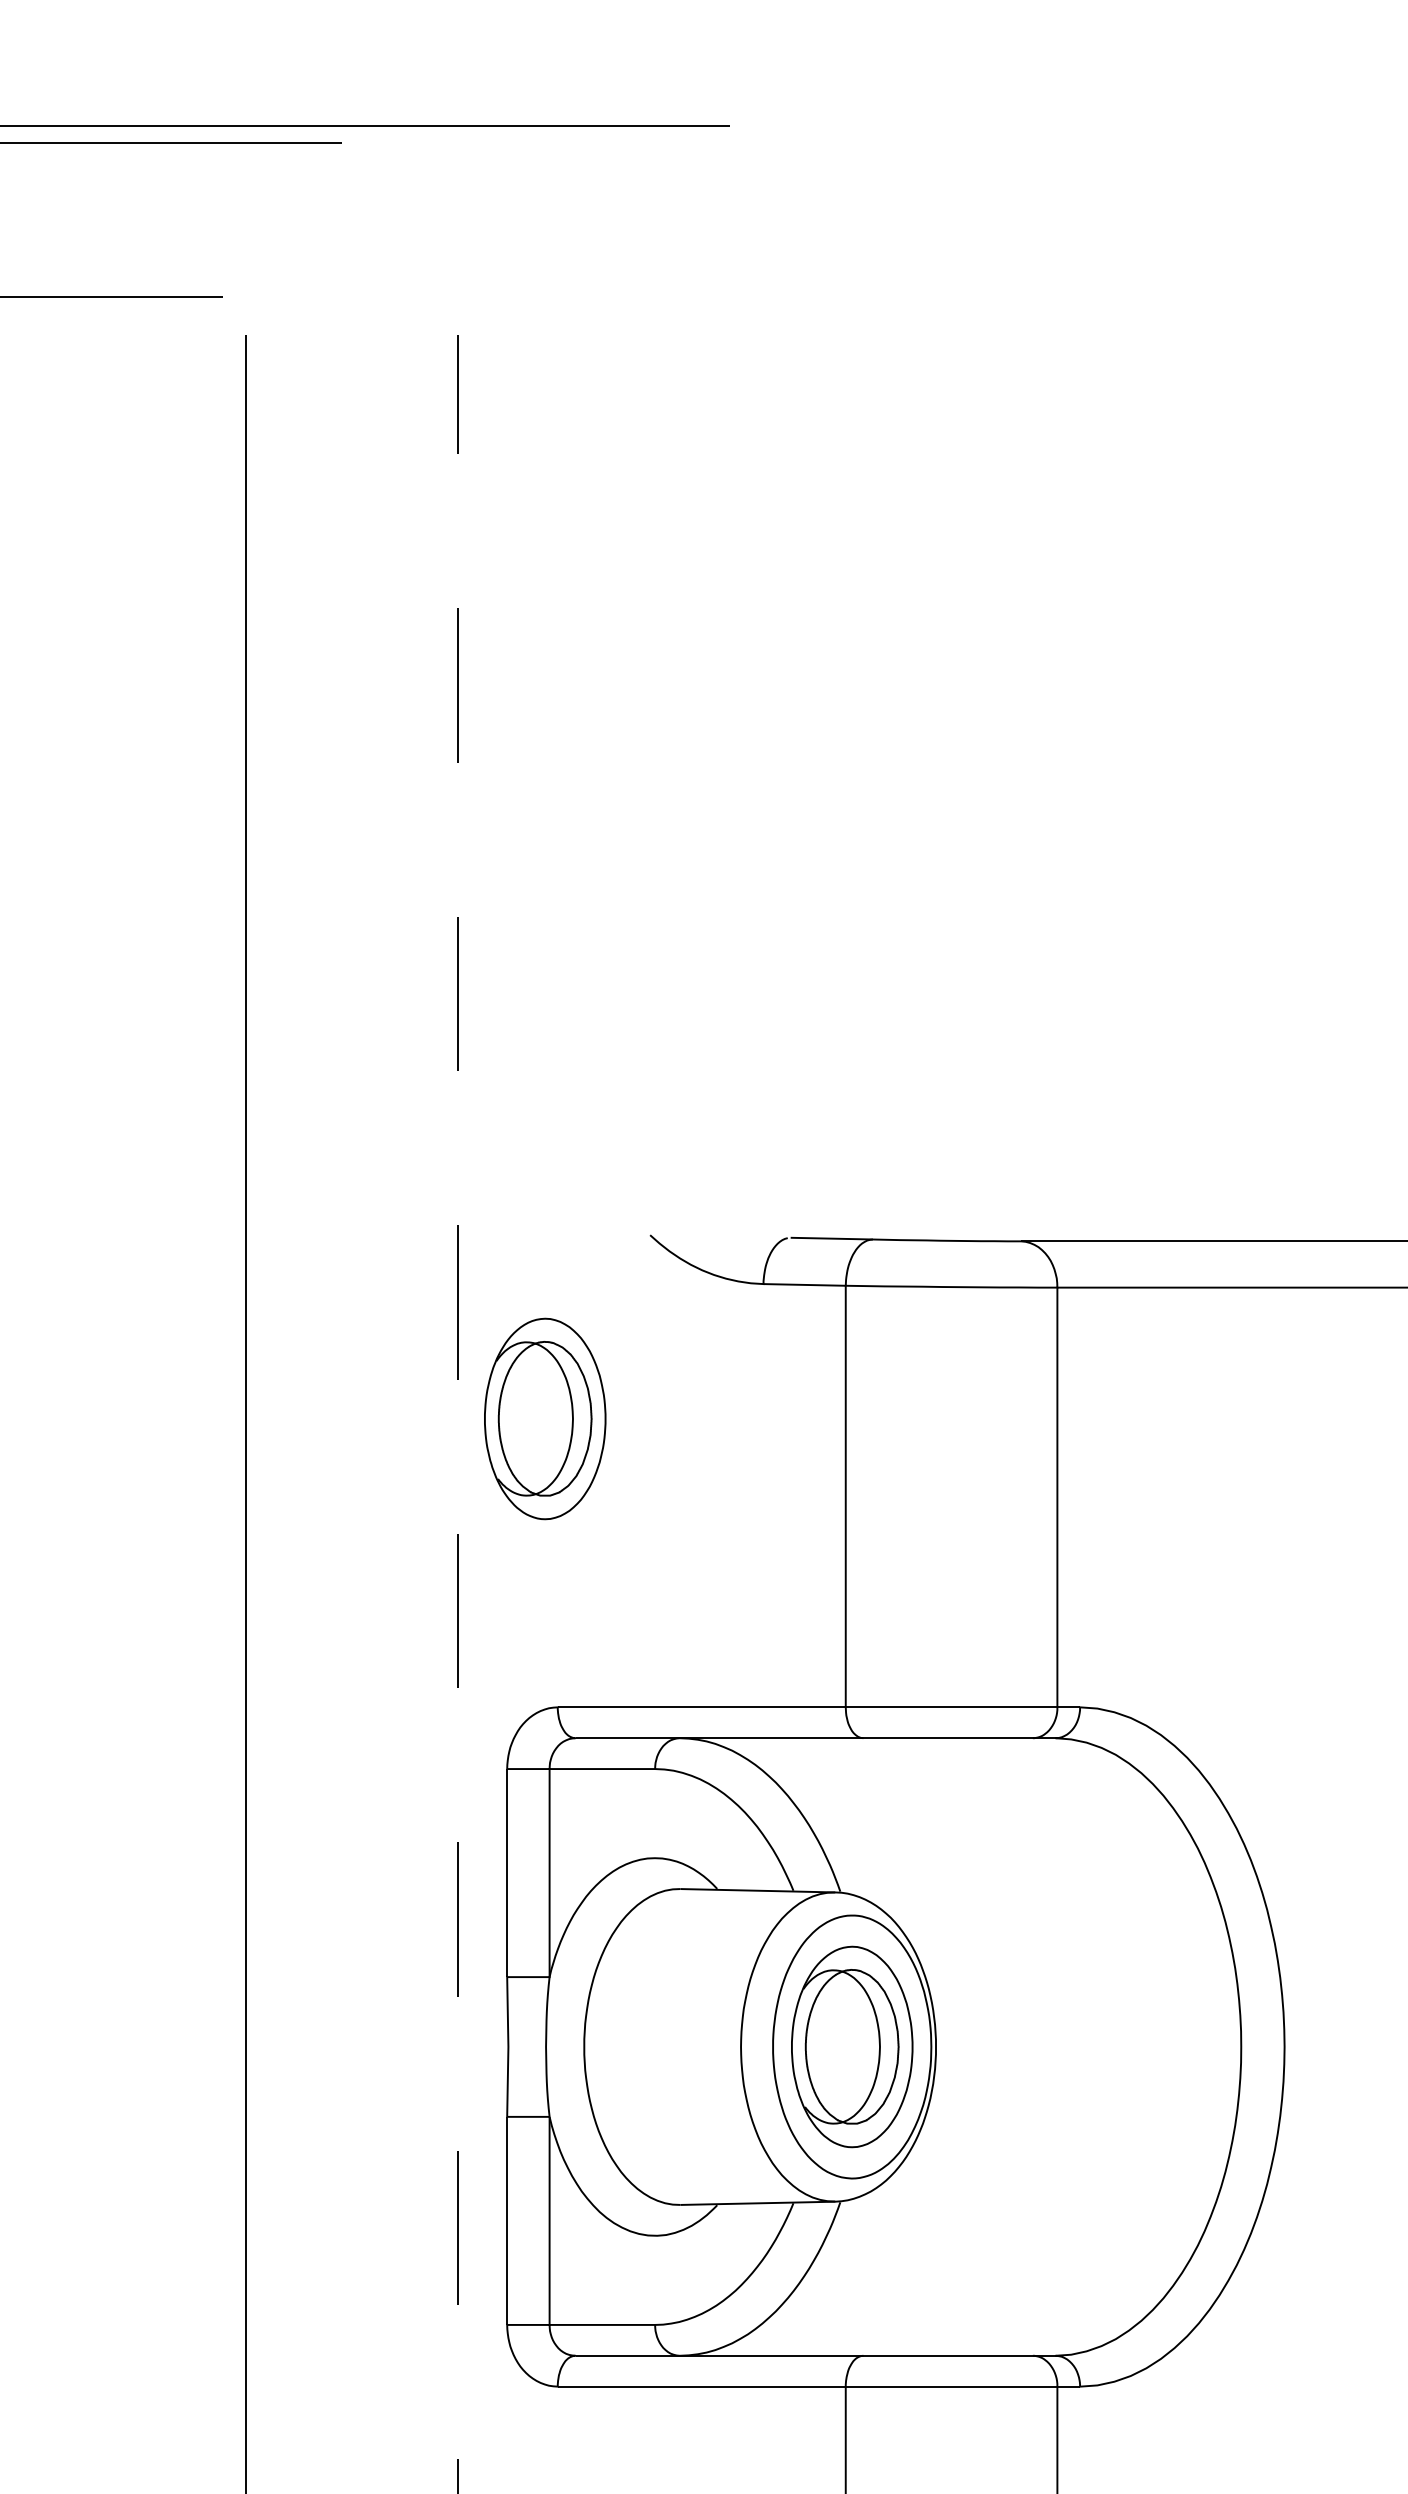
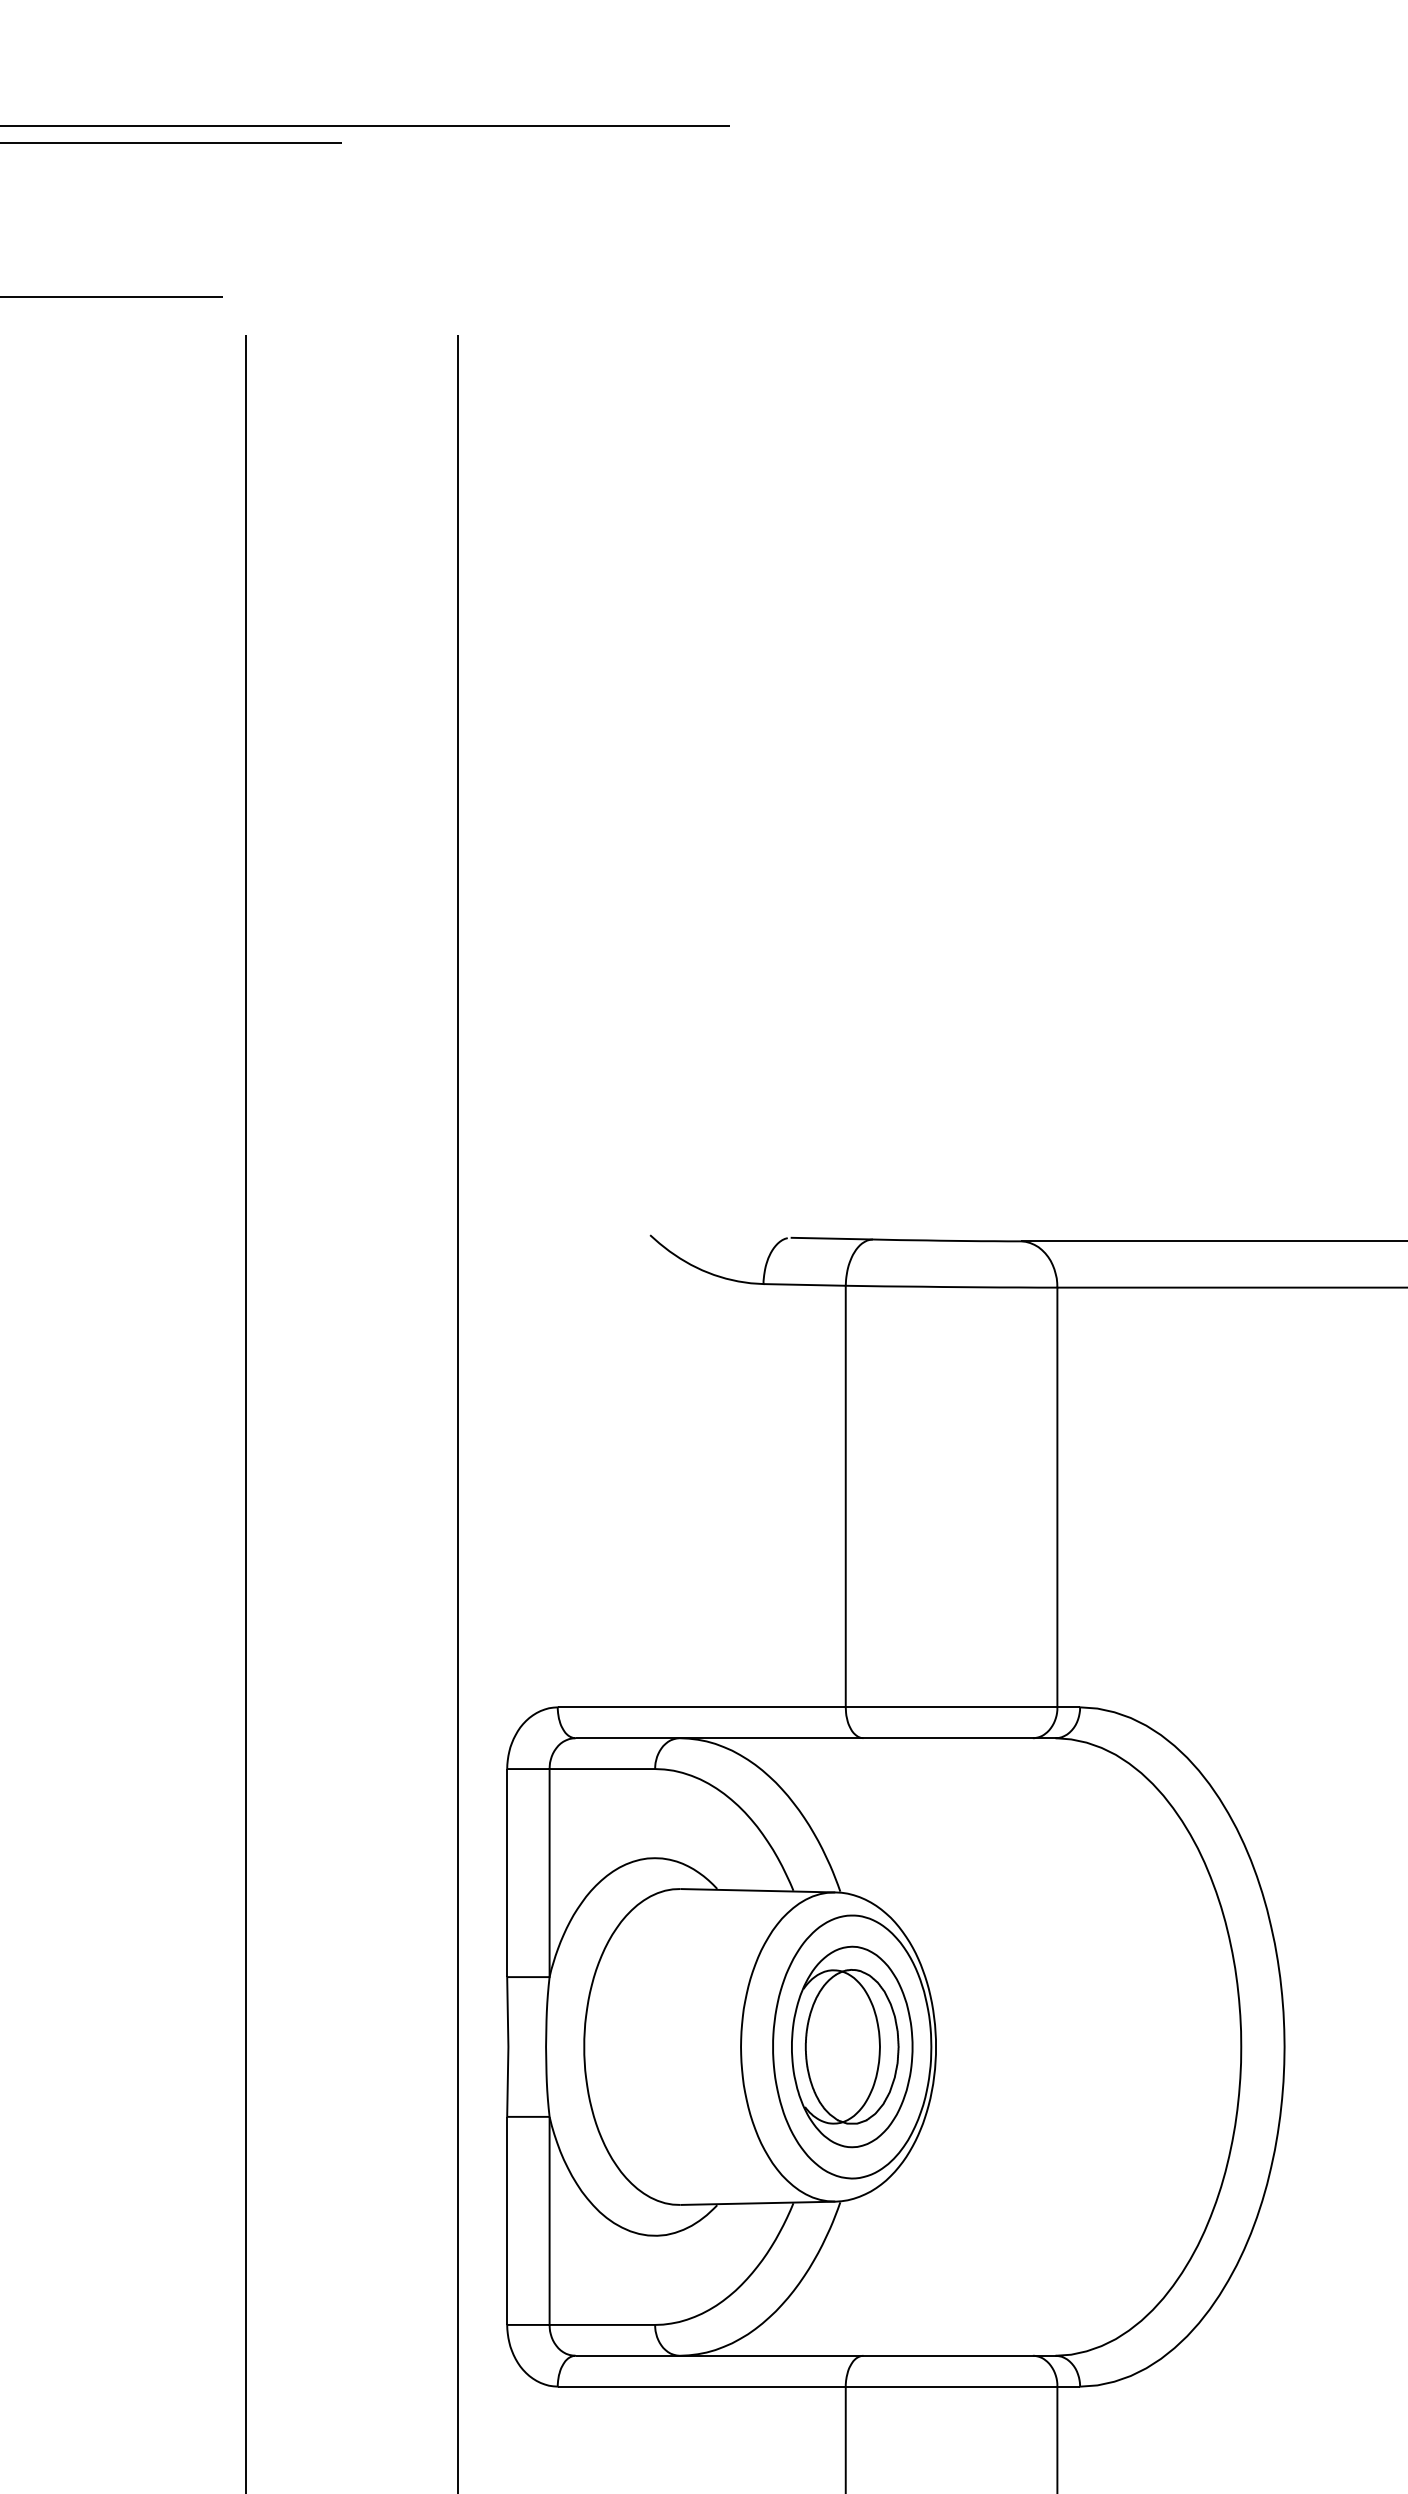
line at (457, 1414): dashed -> solid
part at (545, 1418): present -> none
